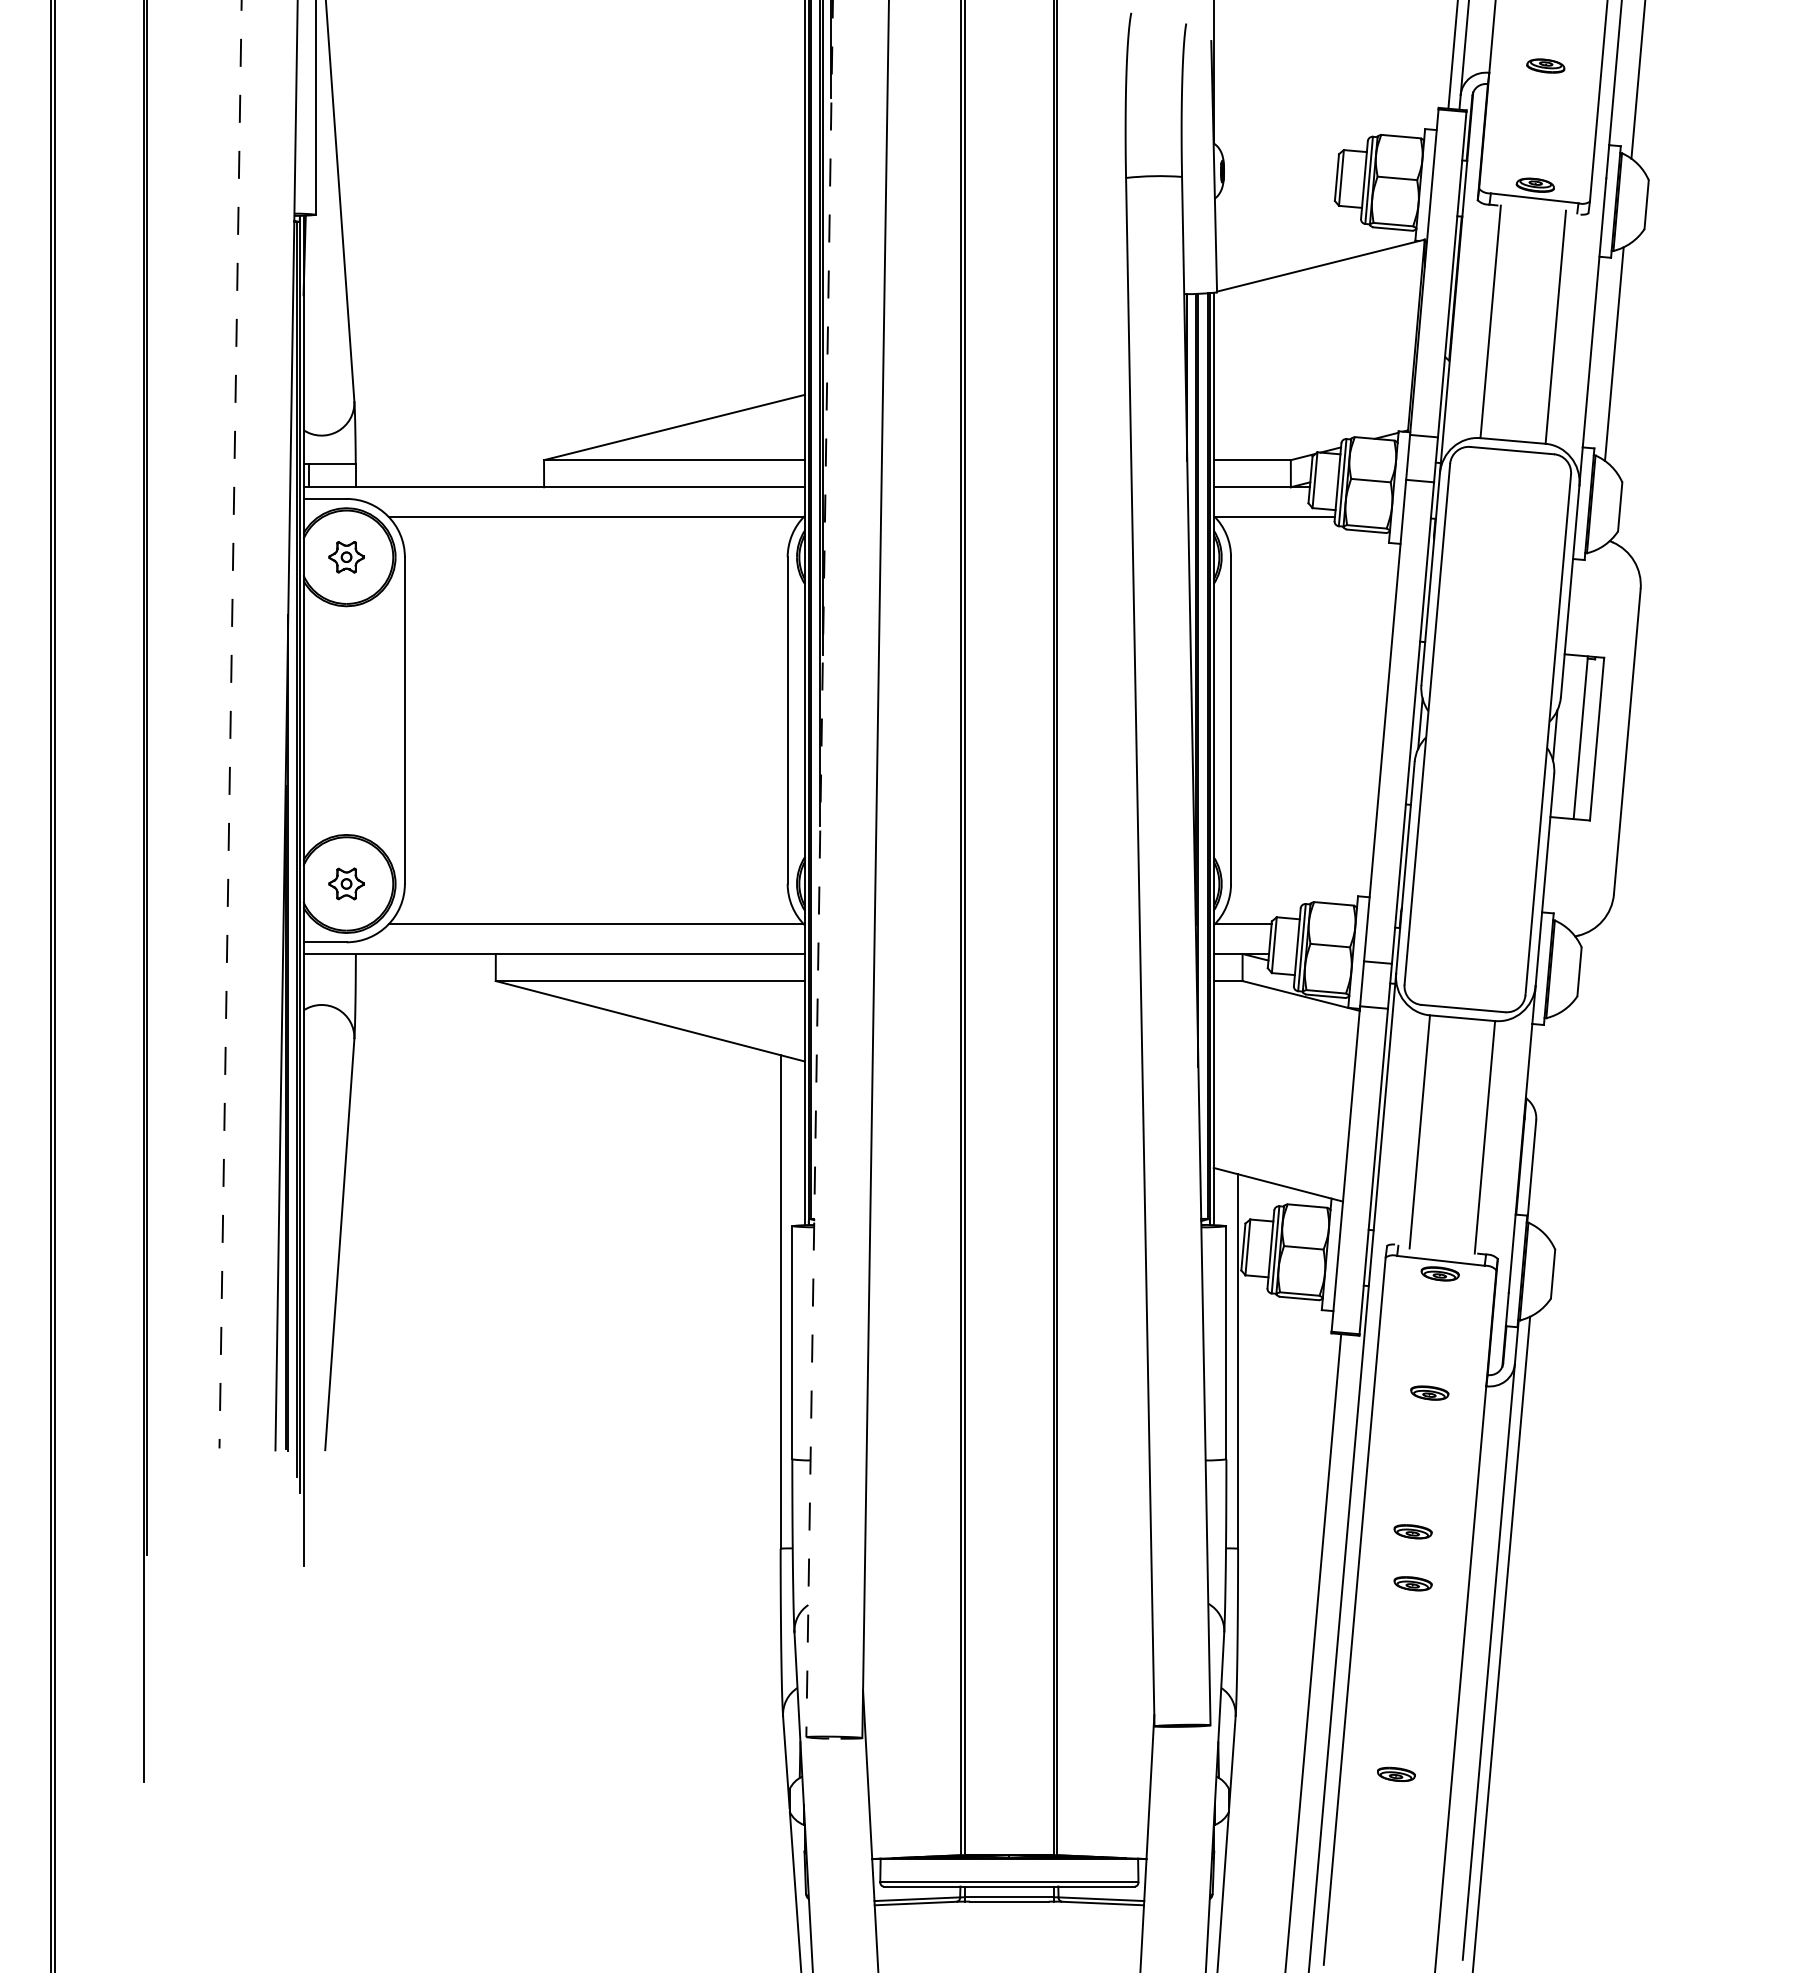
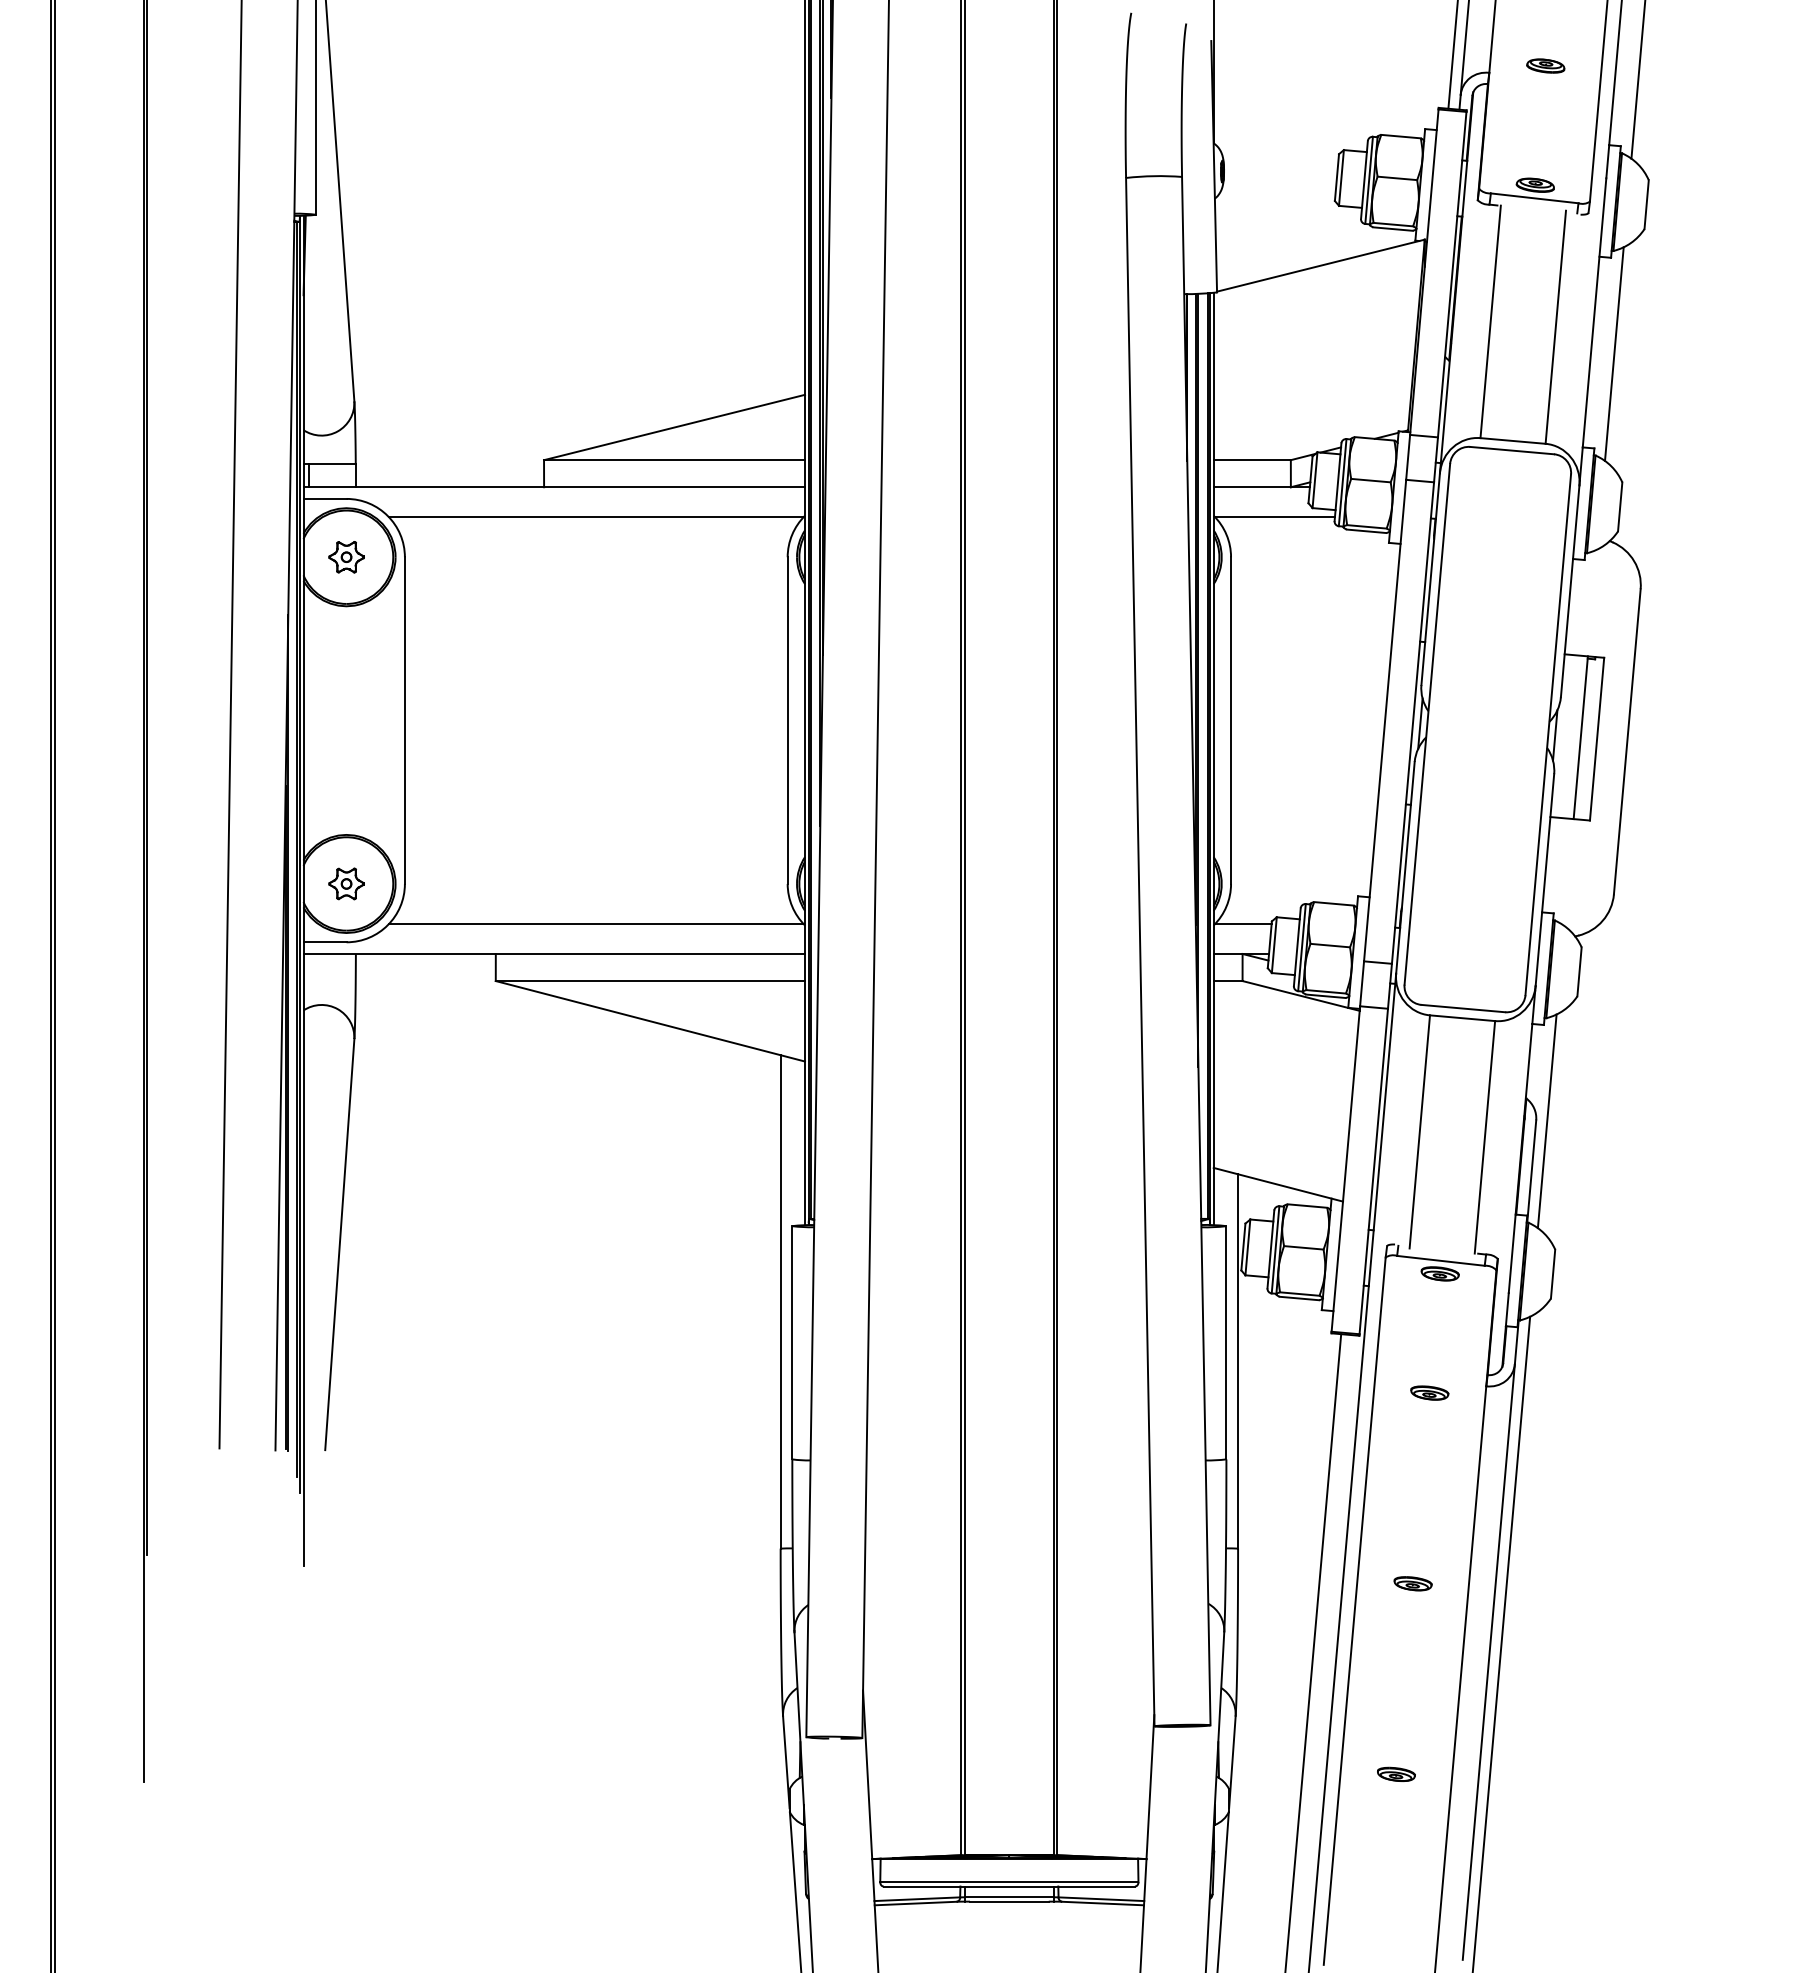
line at (230, 724): dashed -> solid
line at (819, 869): dashed -> solid
line at (1546, 1121): none -> present
part at (1412, 1531): present -> none
